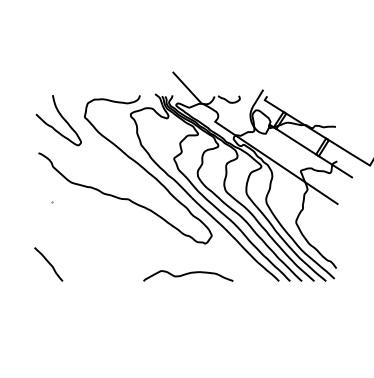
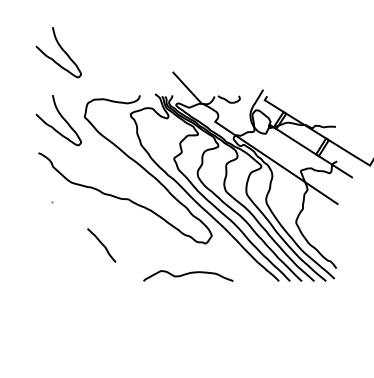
curve at (61, 49): none -> present
curve at (48, 263) position: (48, 263) -> (101, 244)
